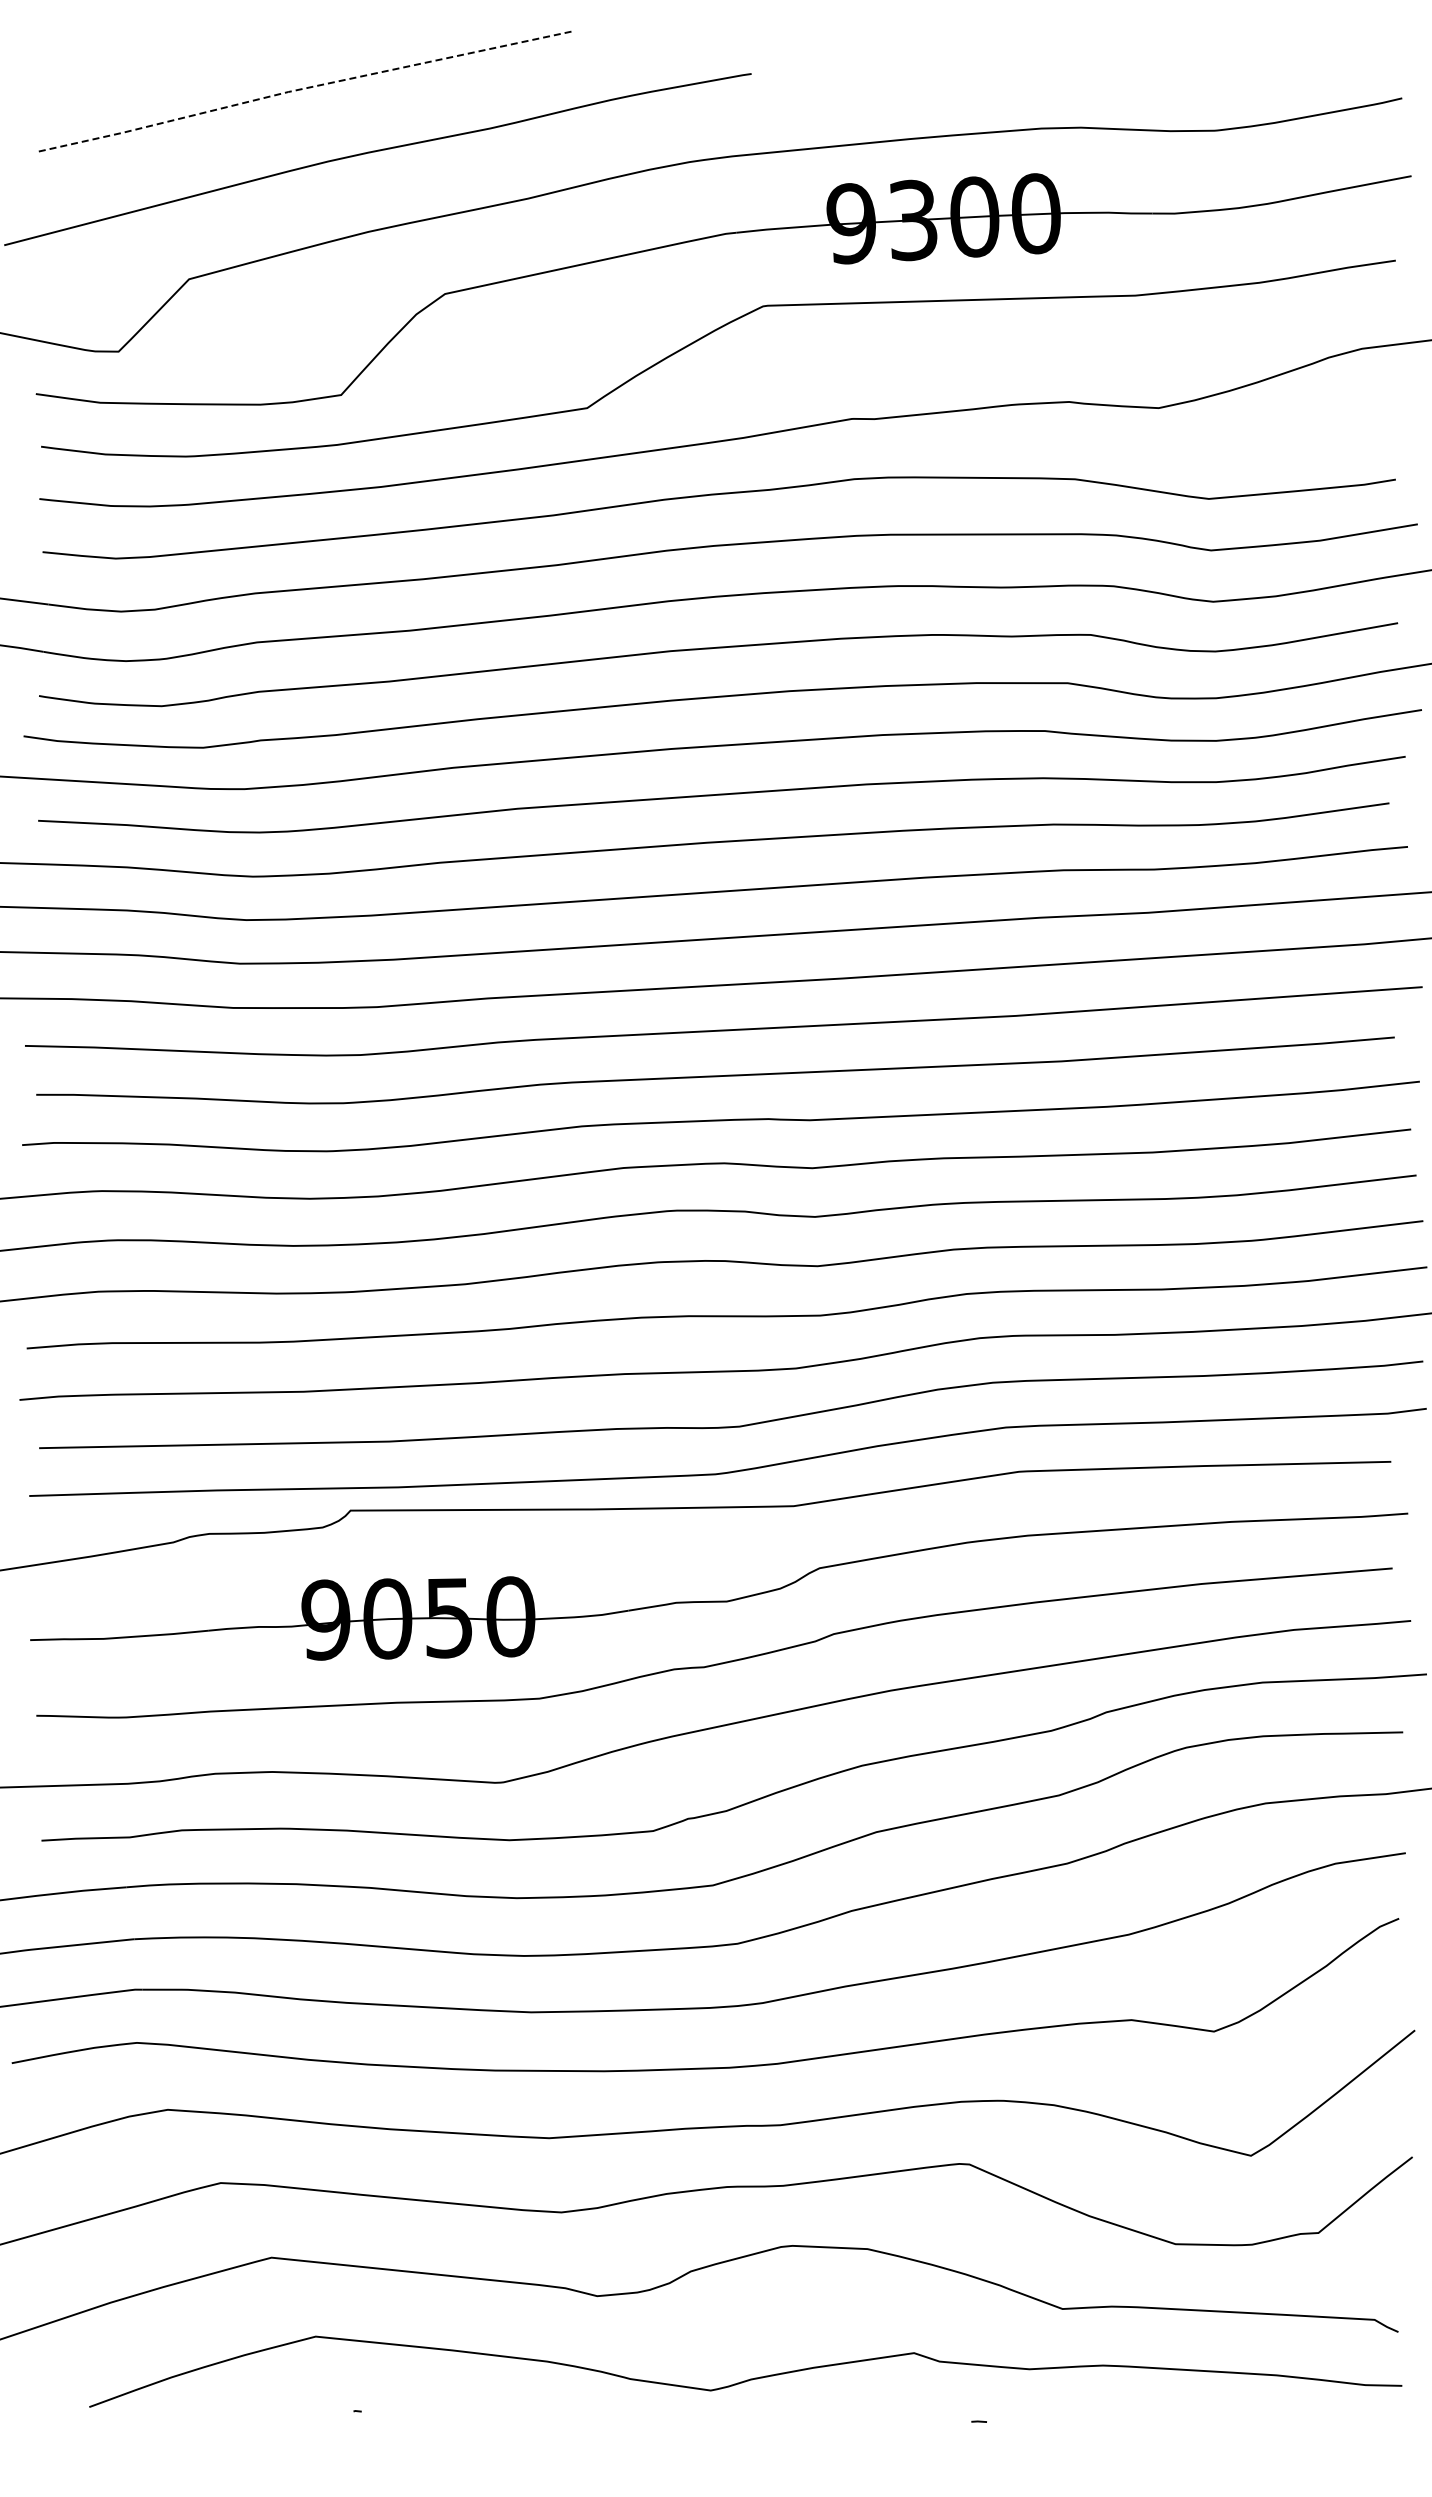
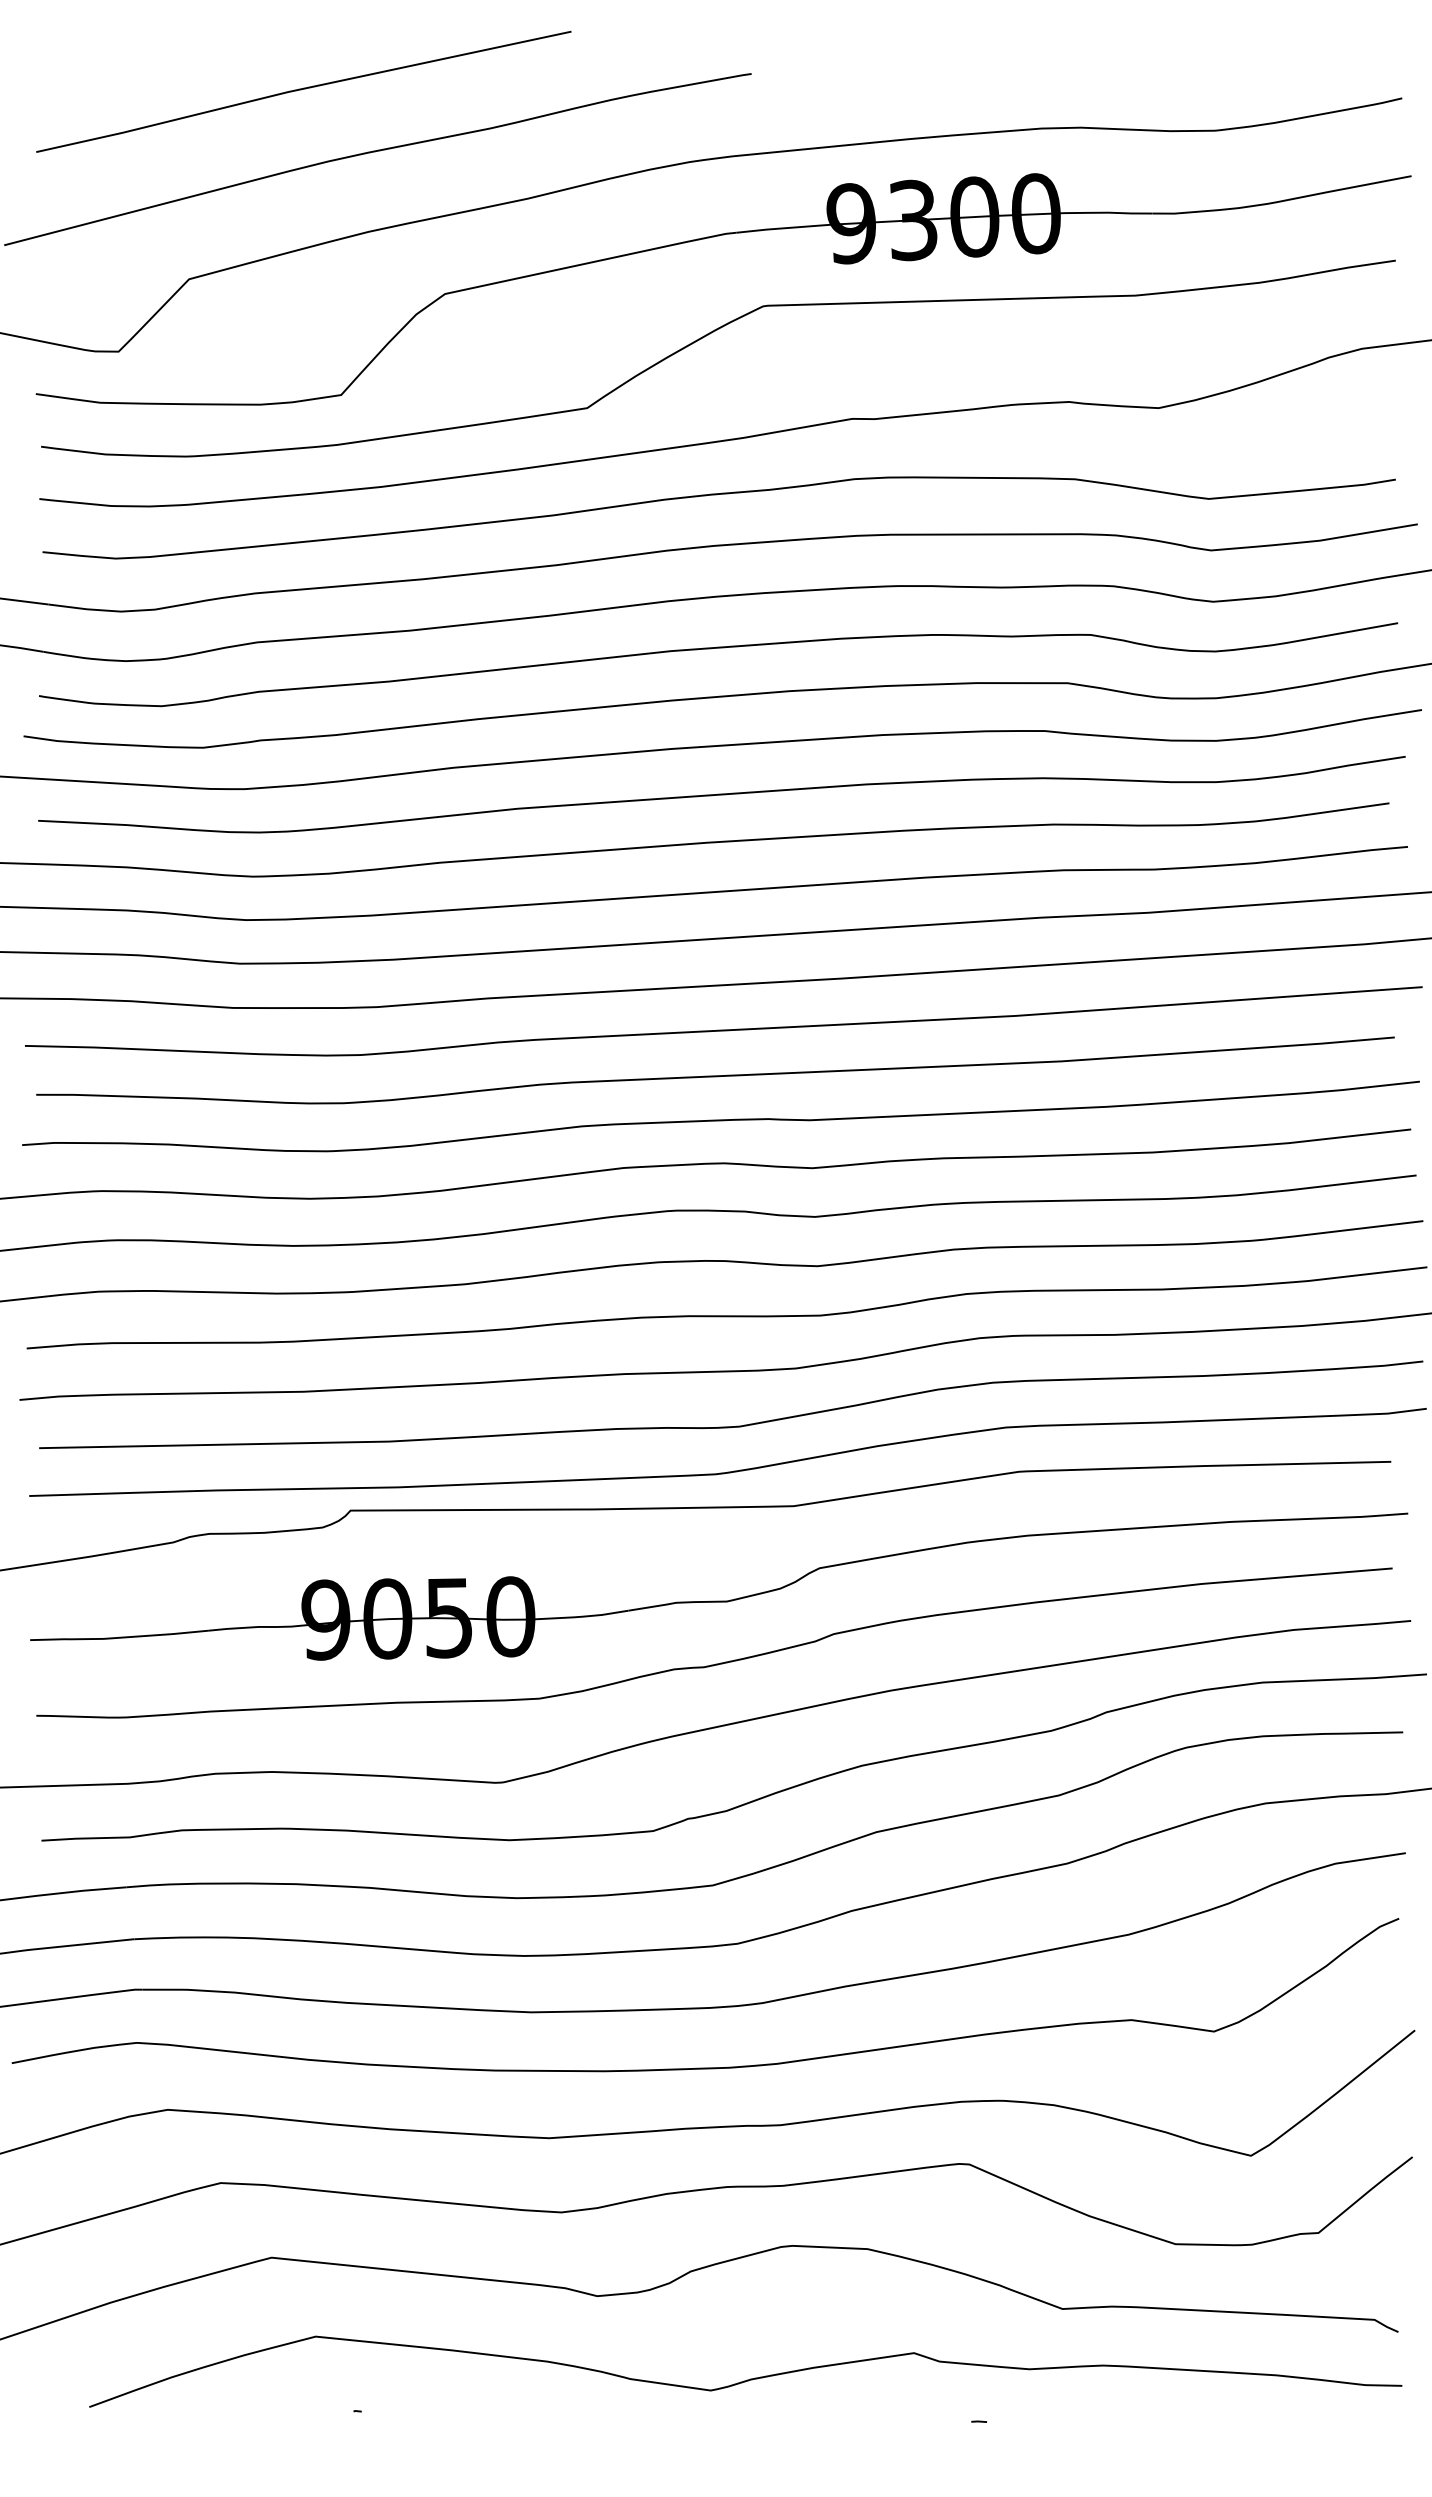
line at (301, 89): dashed -> solid
